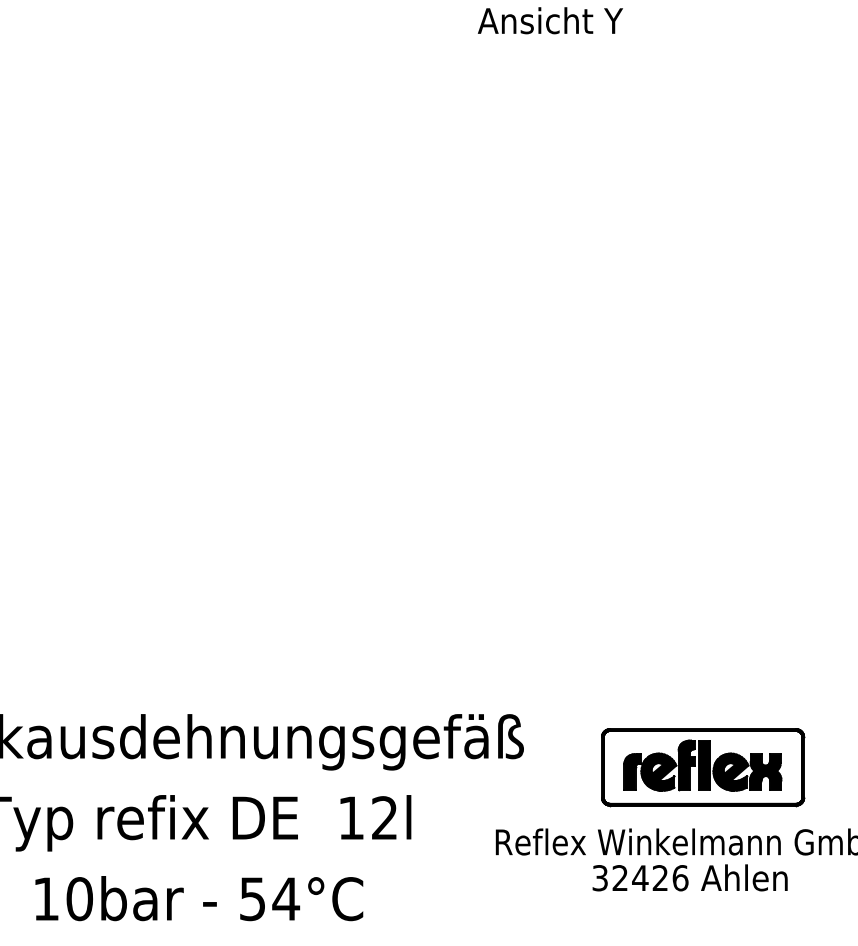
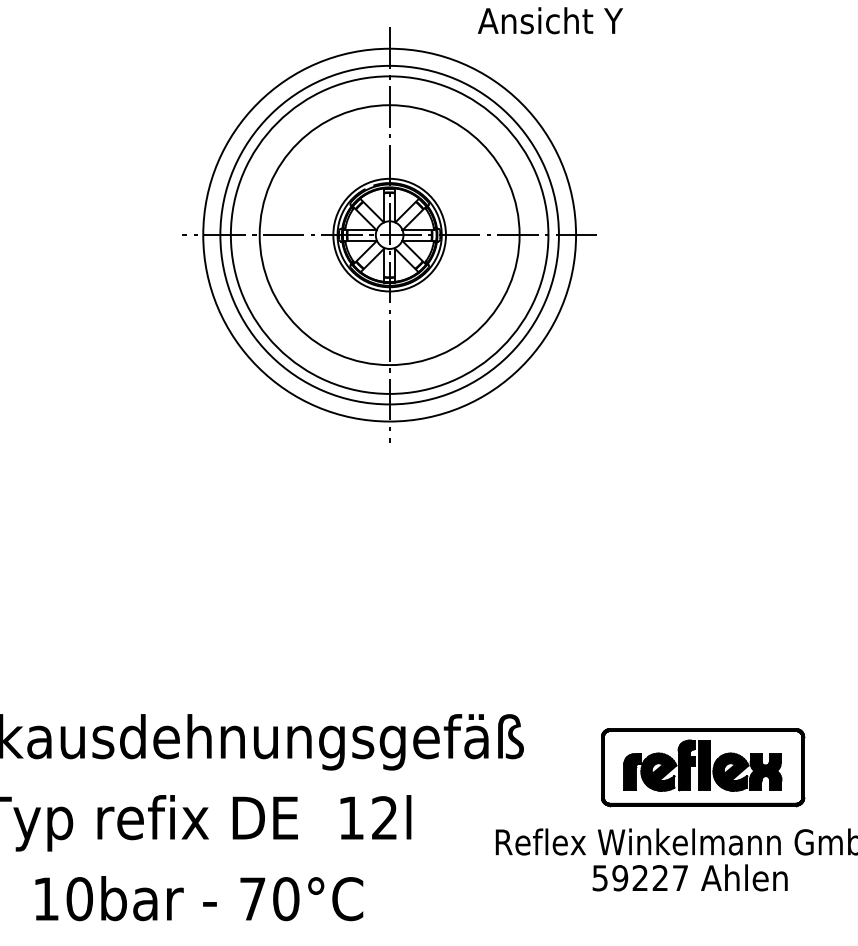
part at (389, 234): none -> present
text at (640, 878): 32426 -> 59227
text at (270, 899): 54°C -> 70°C
